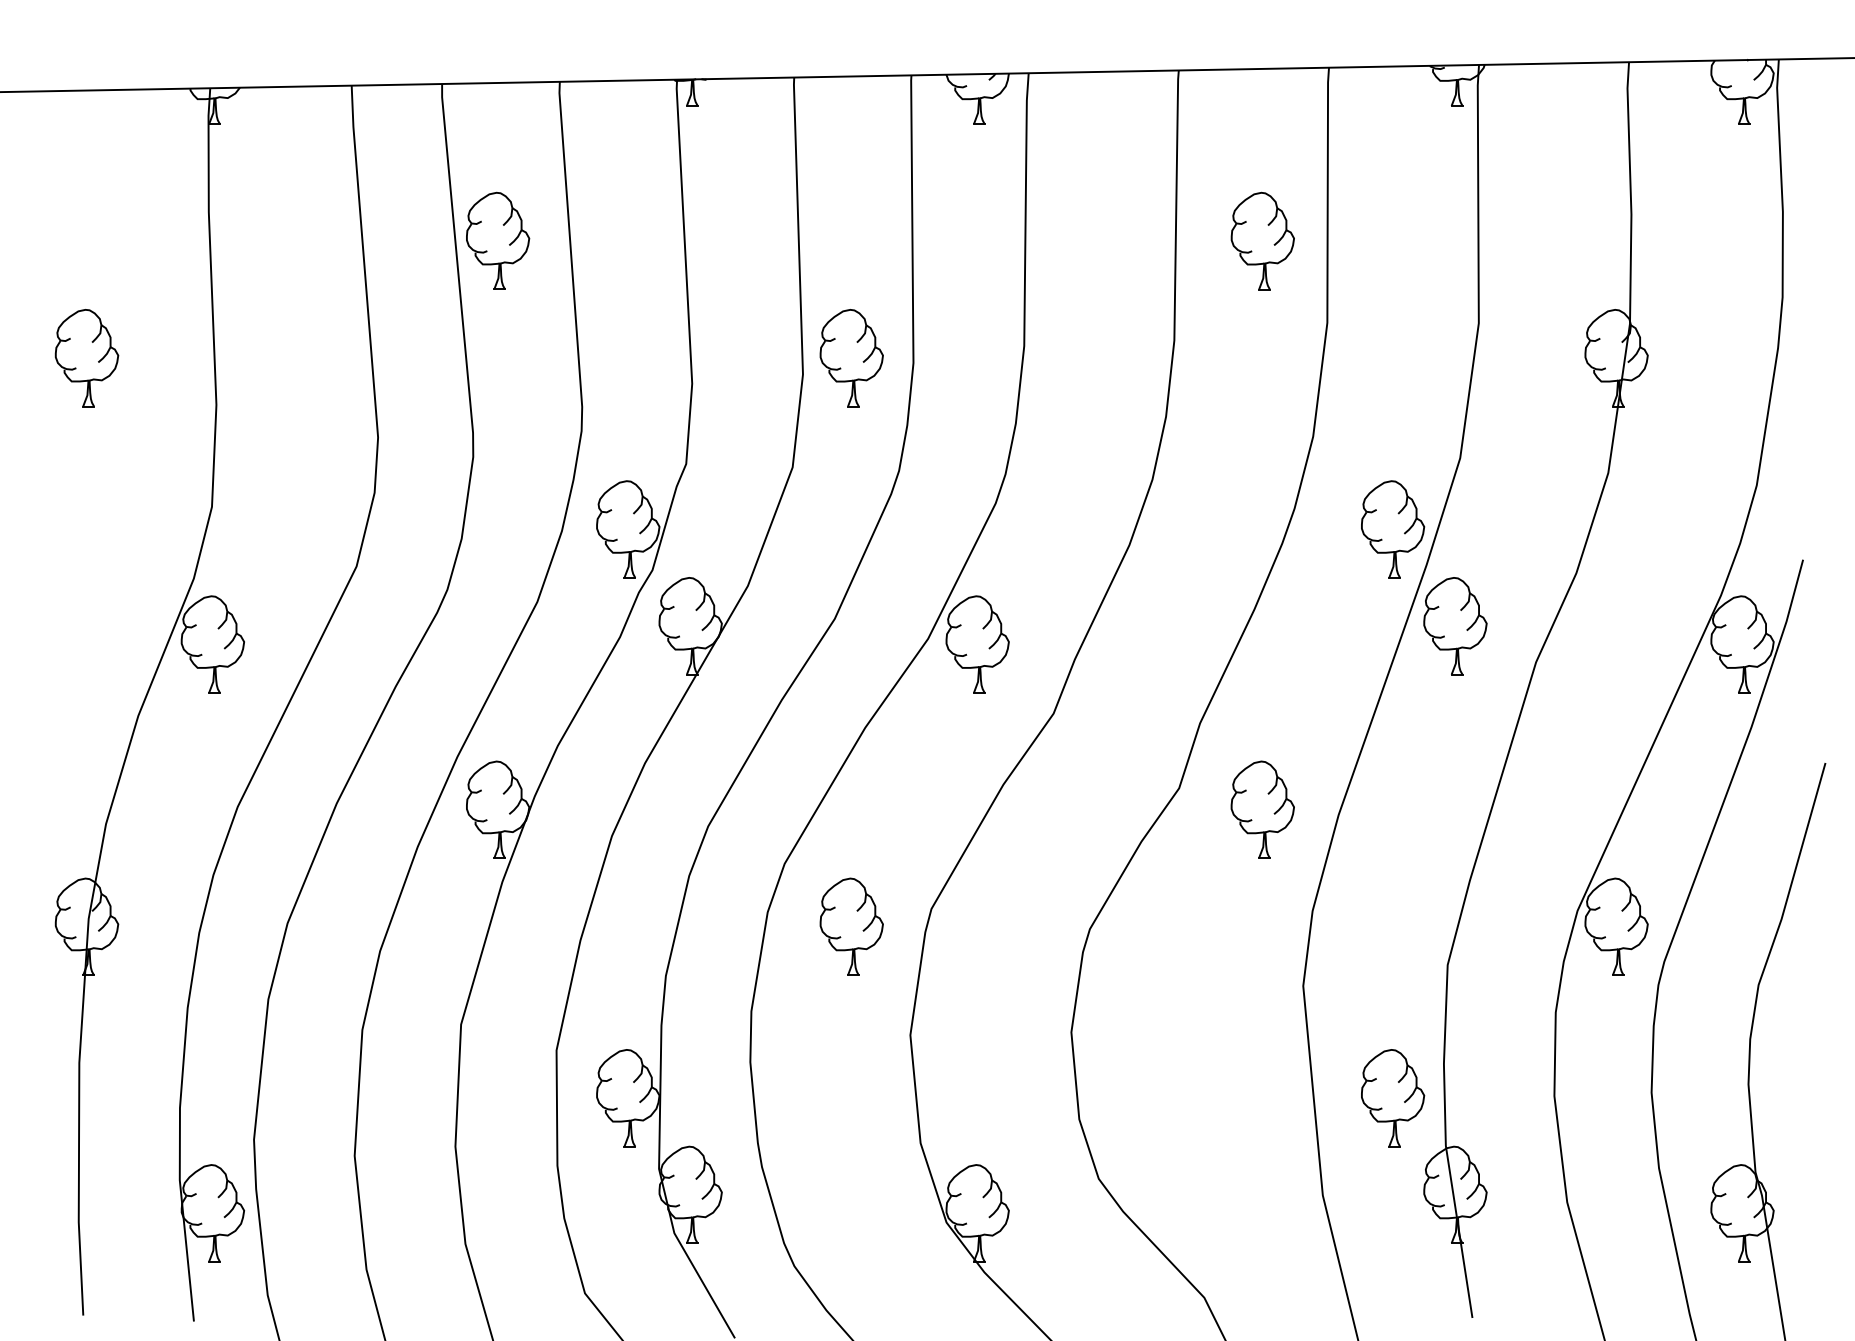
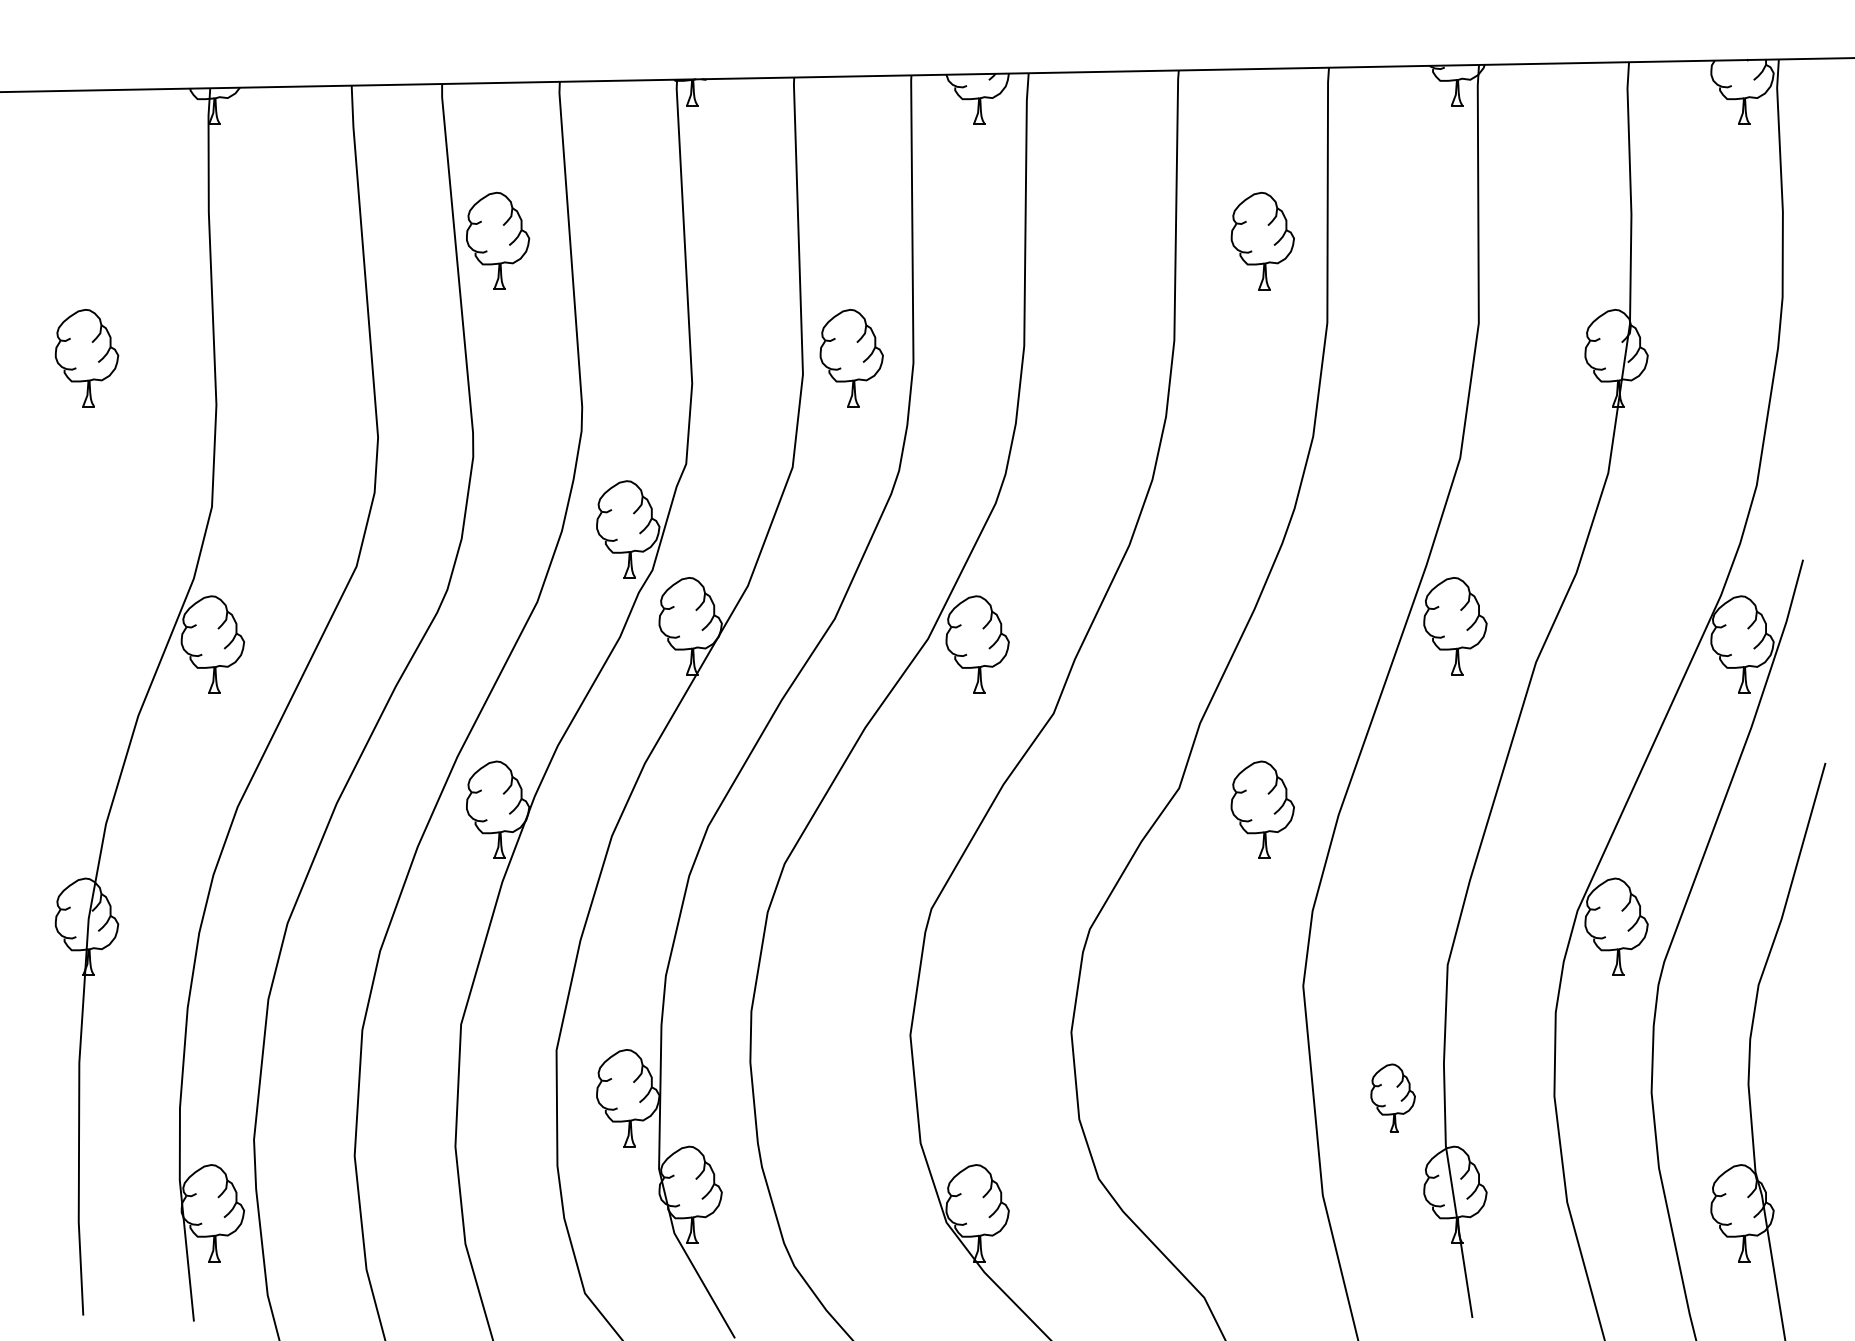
part at (1393, 529): present -> none
part at (851, 926): present -> none
part at (1393, 1098) size: 65x99 px -> 46x70 px
